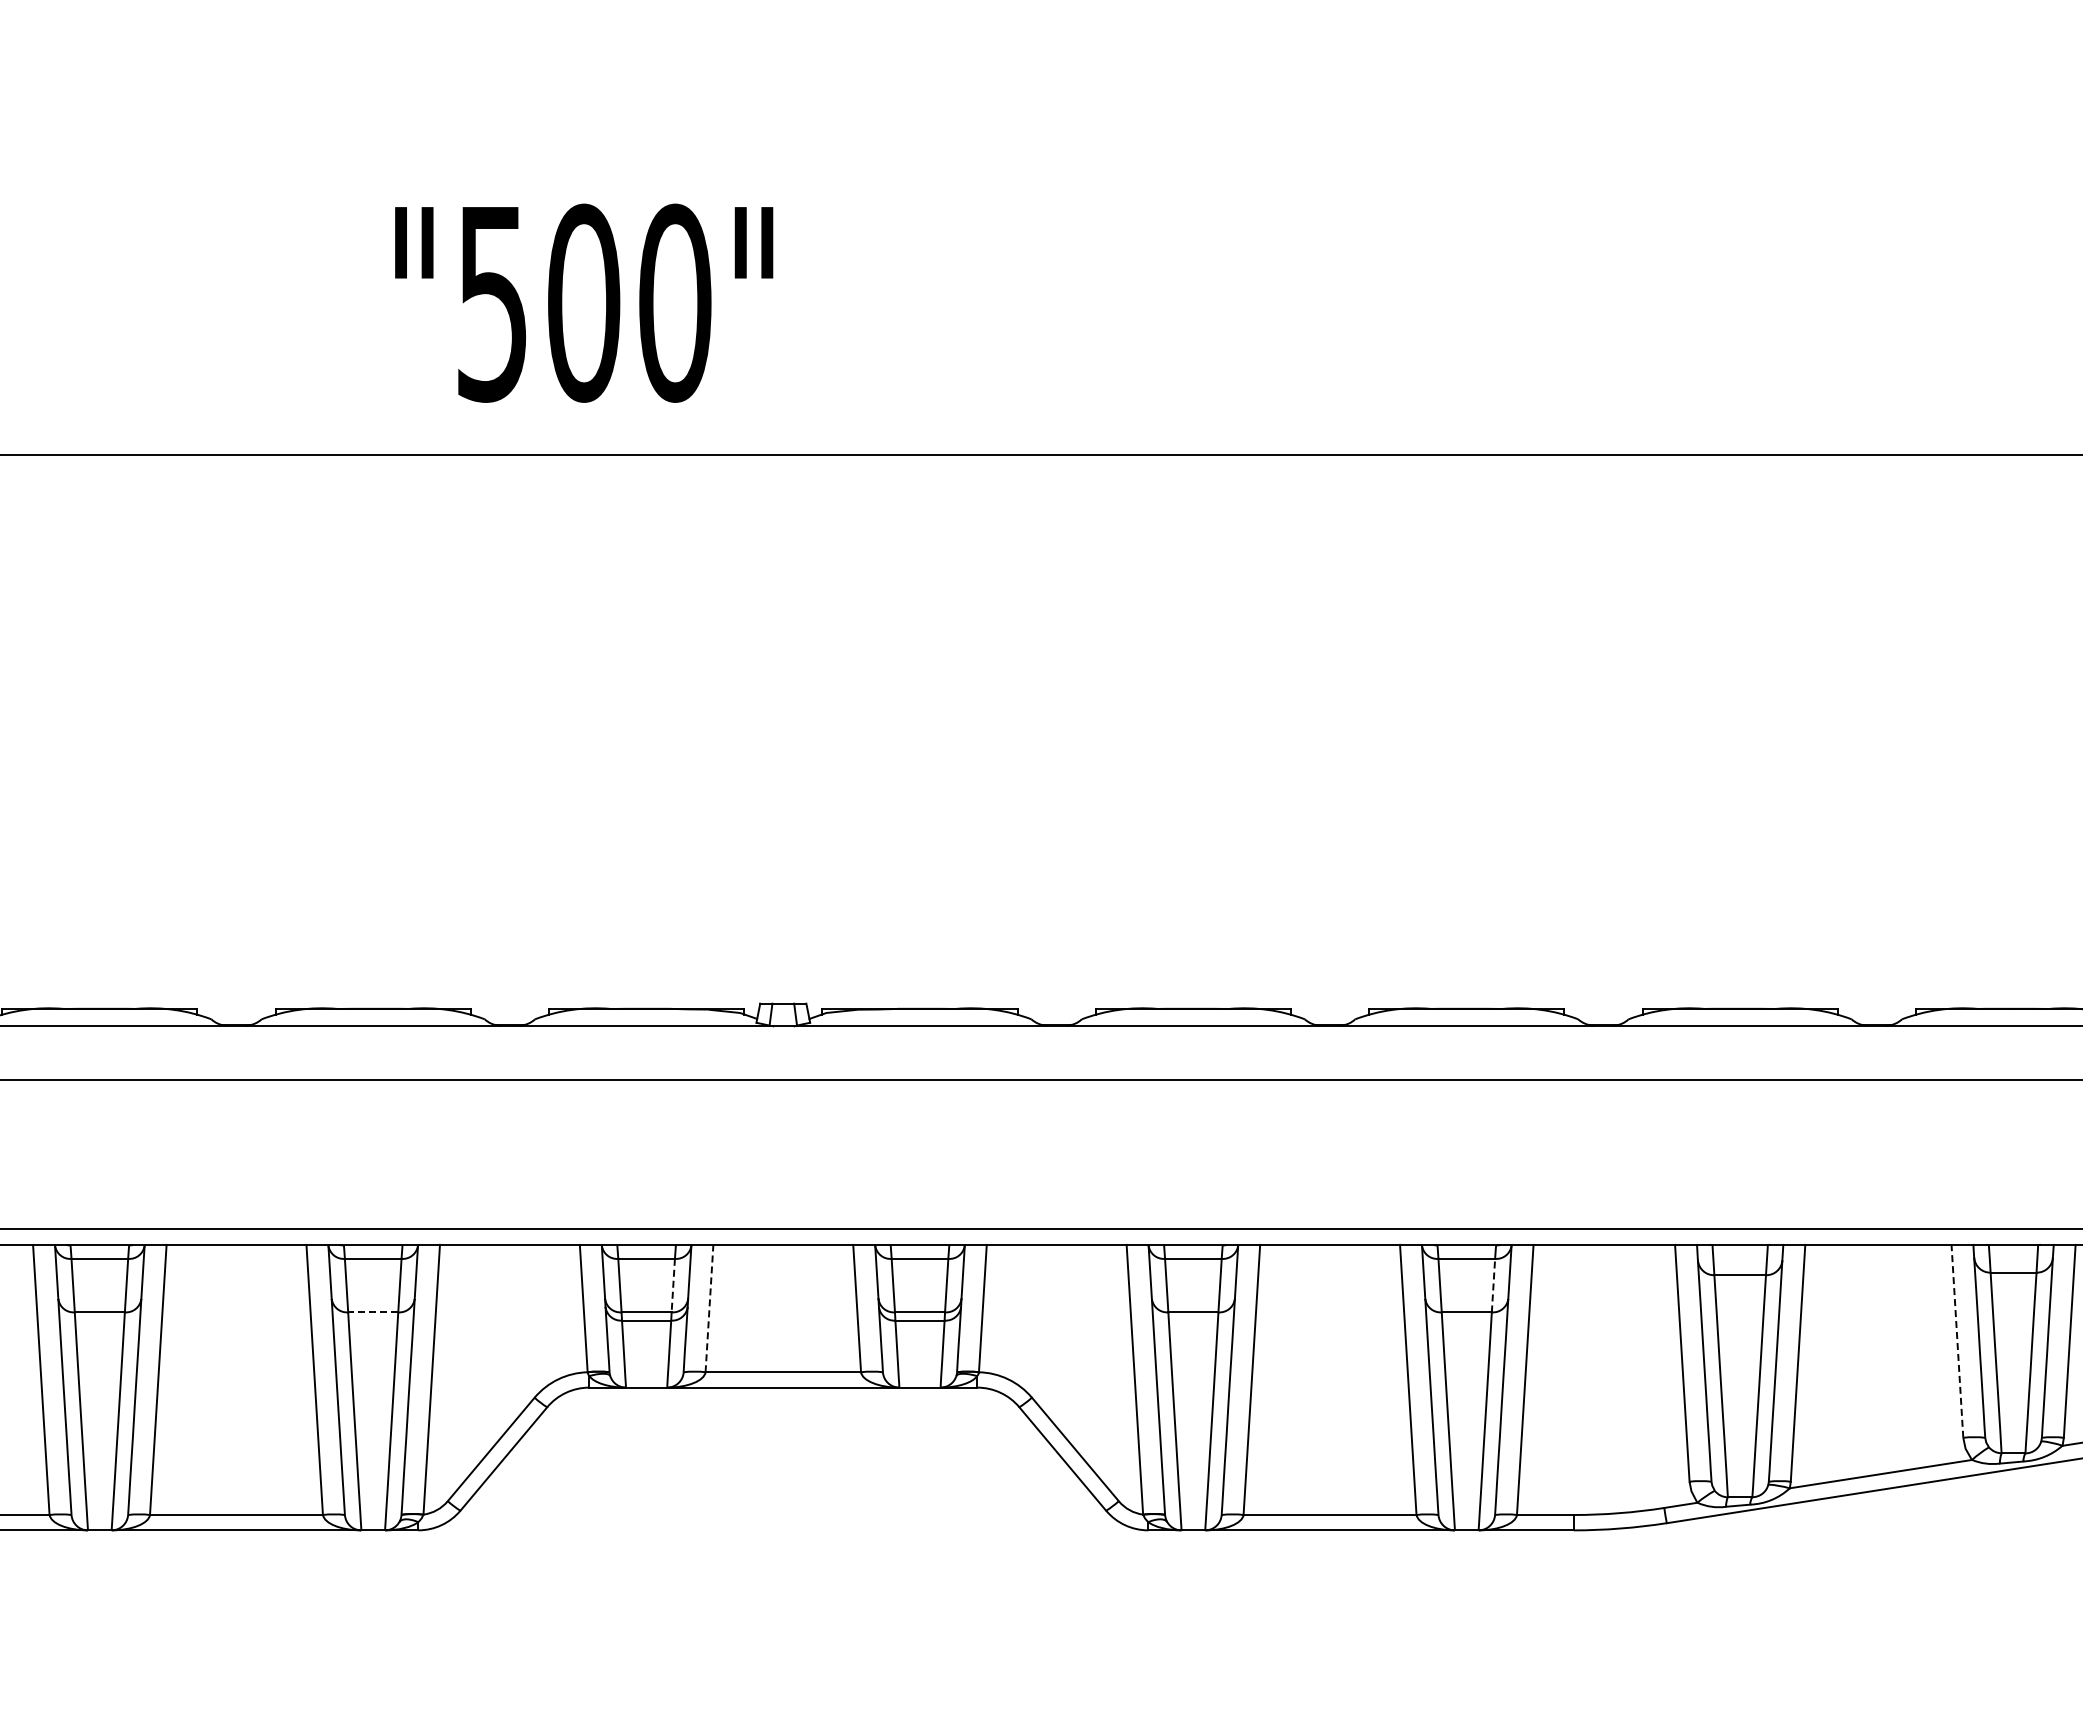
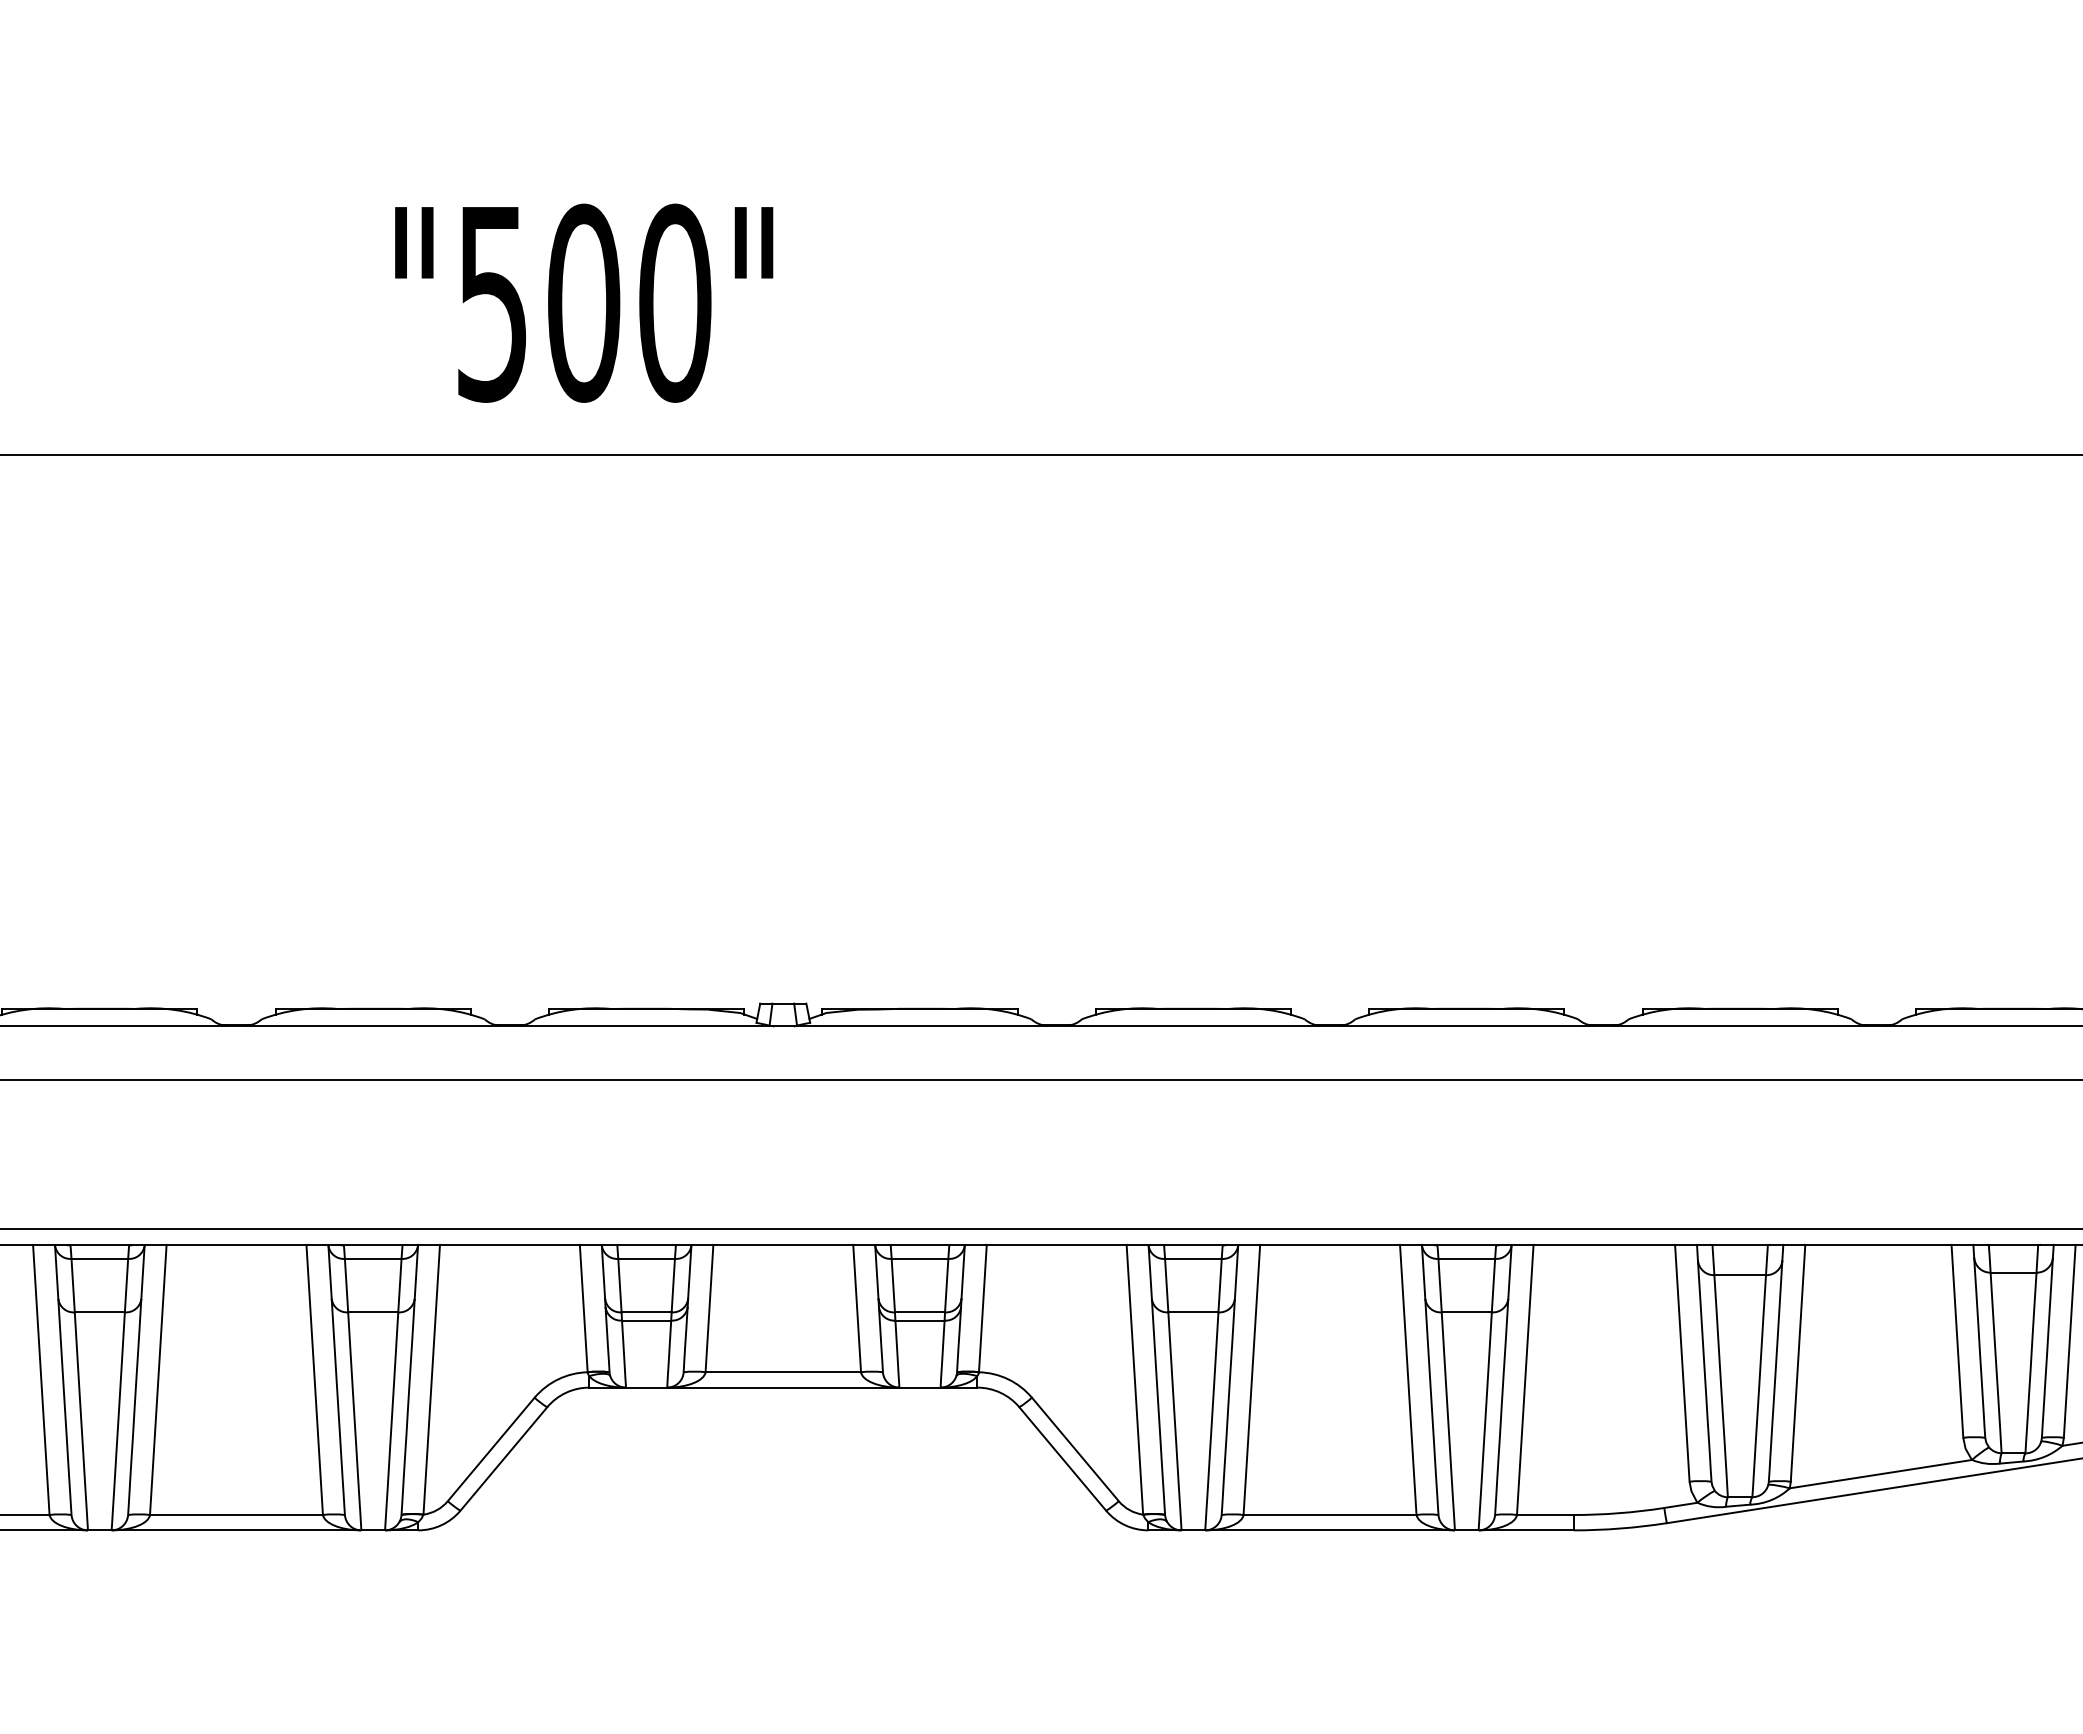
line at (673, 1285): dashed -> solid
line at (1493, 1285): dashed -> solid
line at (709, 1308): dashed -> solid
line at (372, 1312): dashed -> solid
line at (1957, 1341): dashed -> solid
